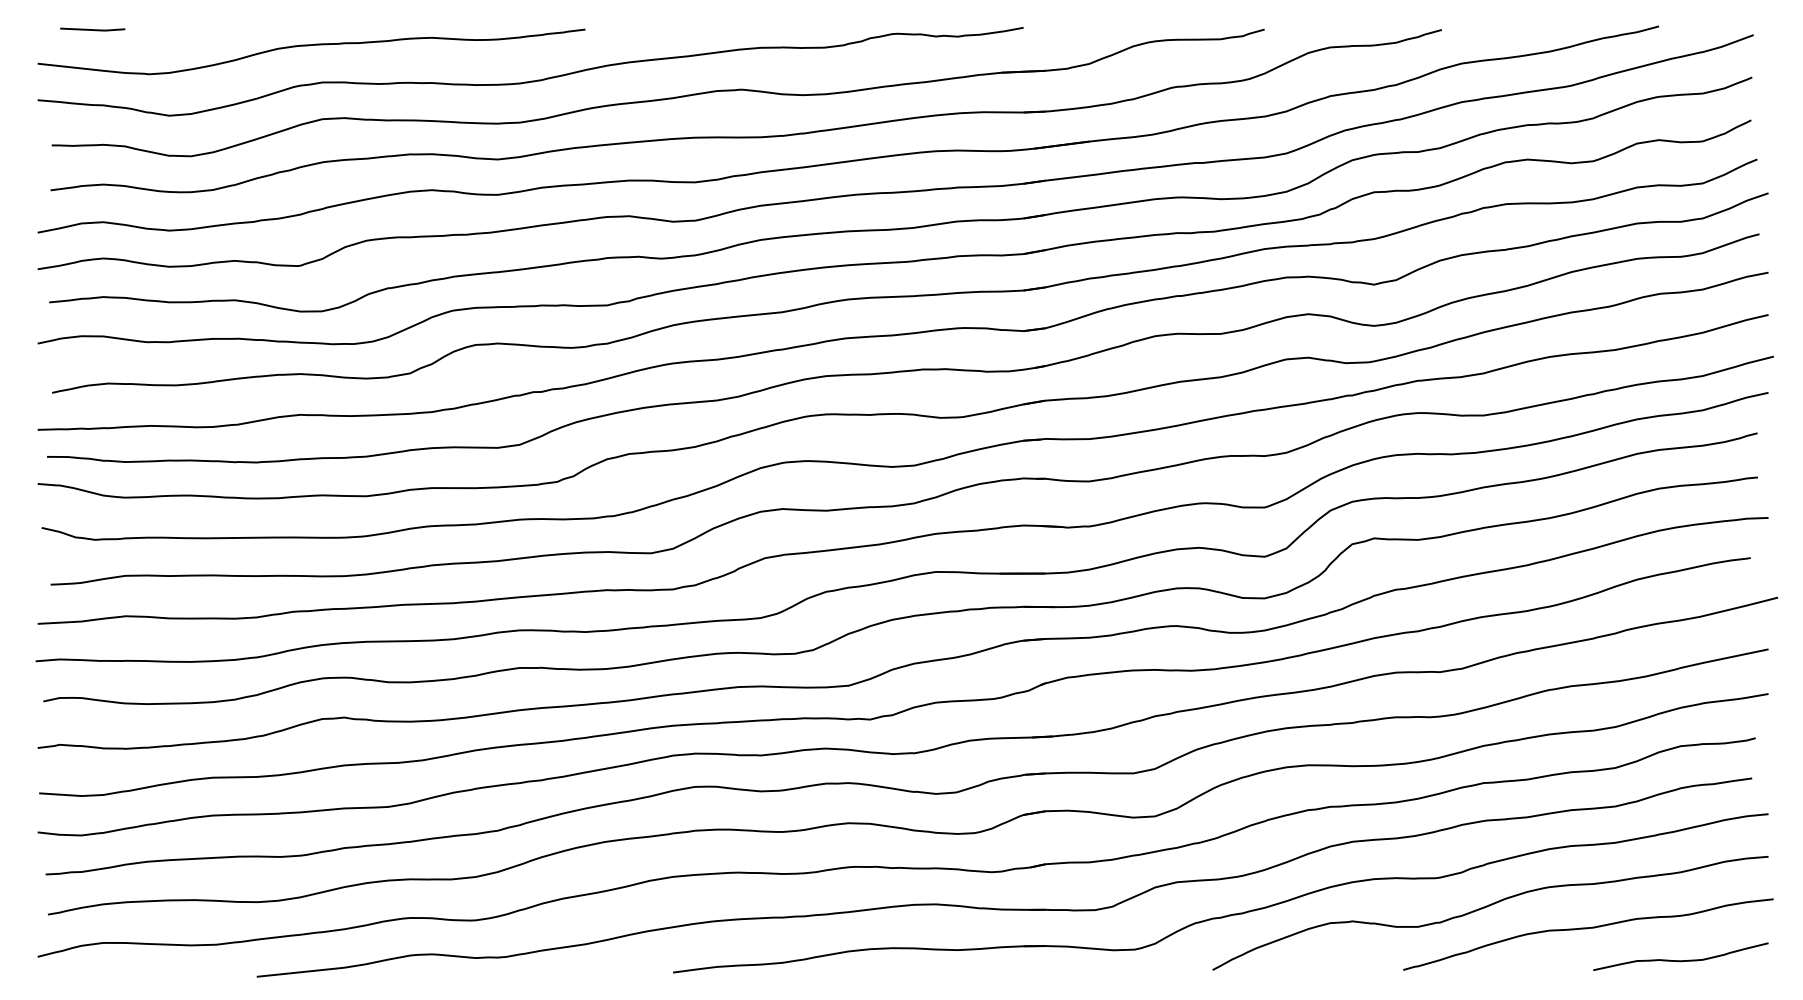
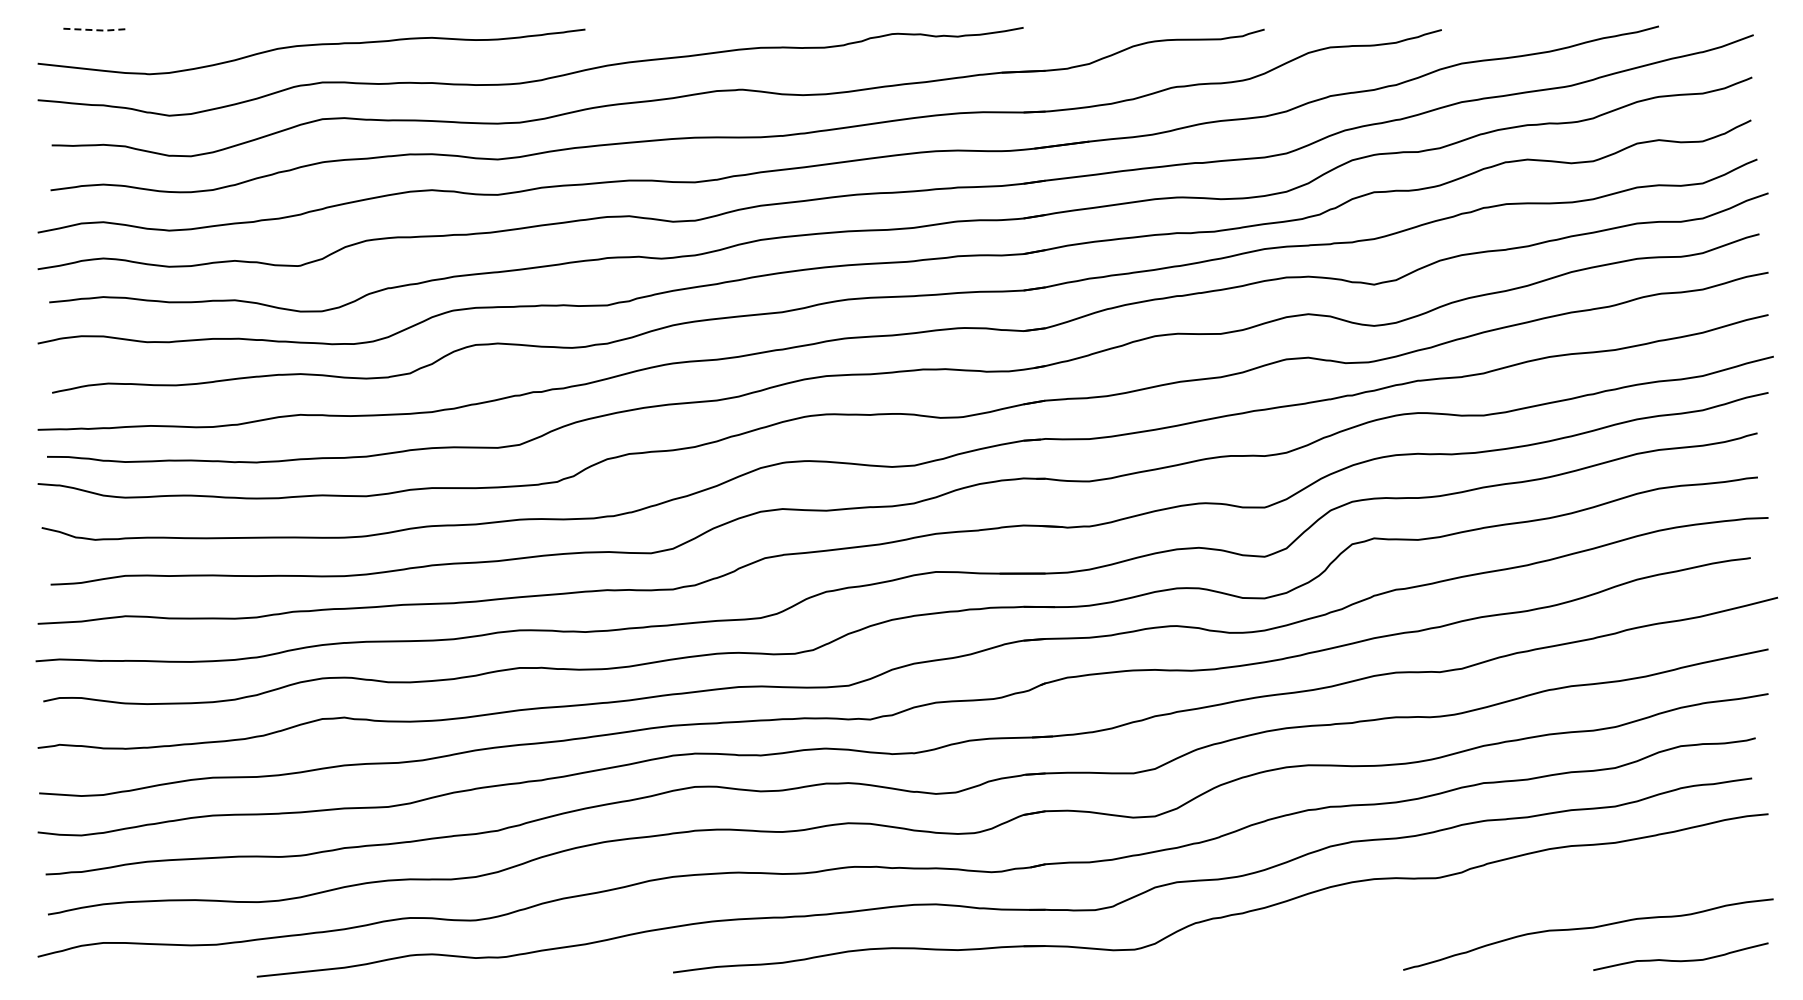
line at (93, 30): solid -> dashed
curve at (1487, 907): present -> none
